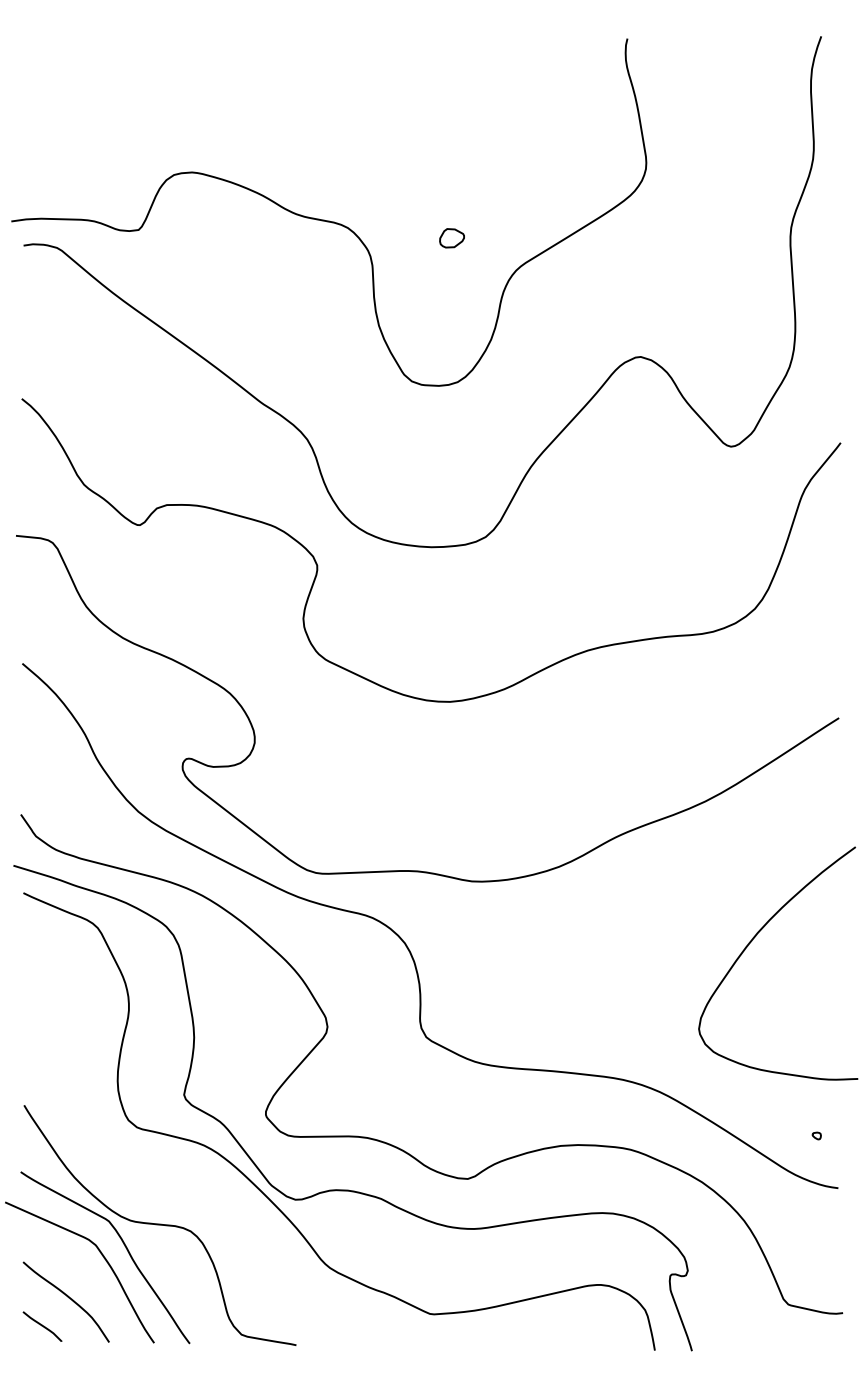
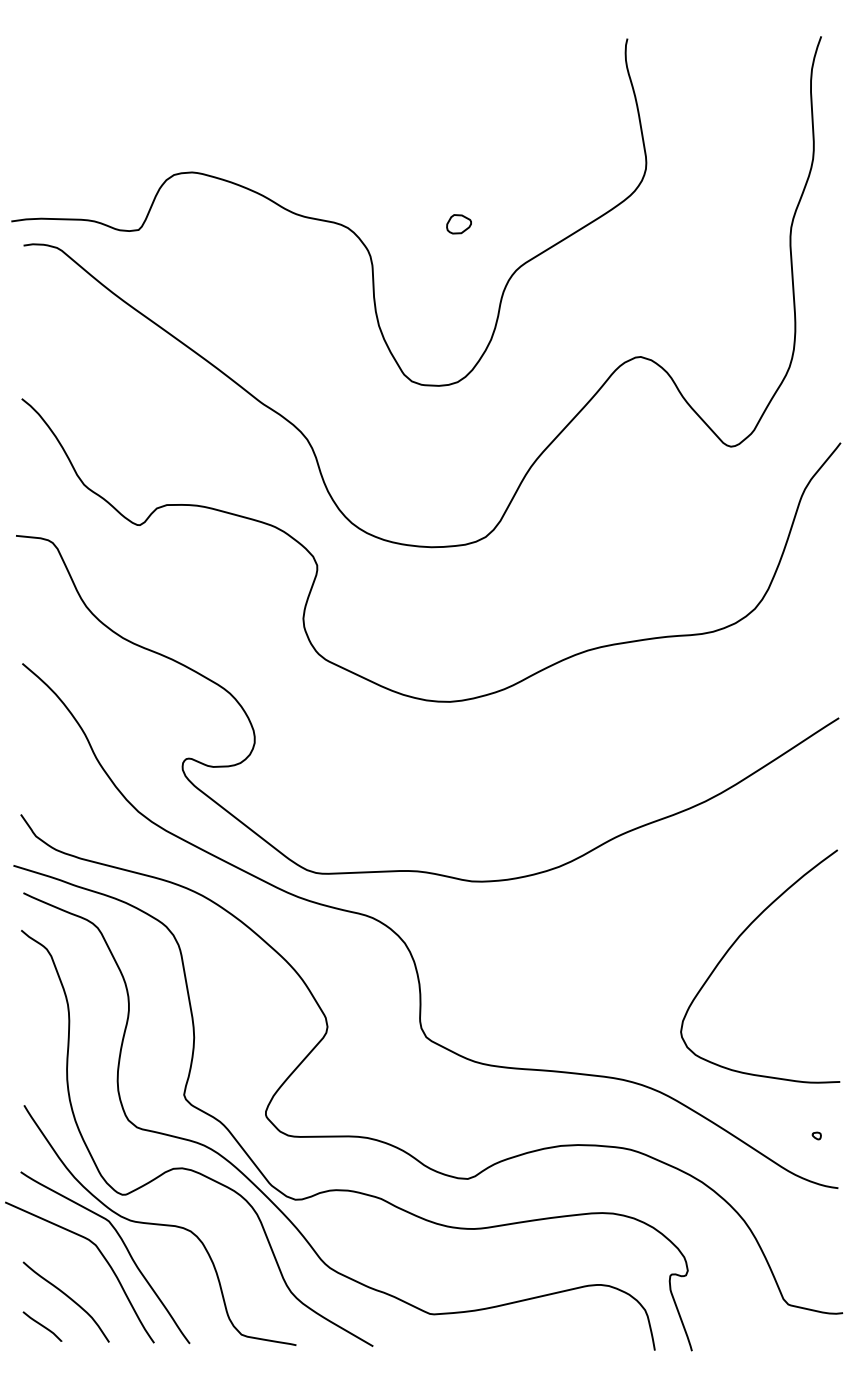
part at (451, 238) position: (451, 238) -> (458, 224)
curve at (752, 941) position: (752, 941) -> (734, 944)
curve at (189, 1168): none -> present
